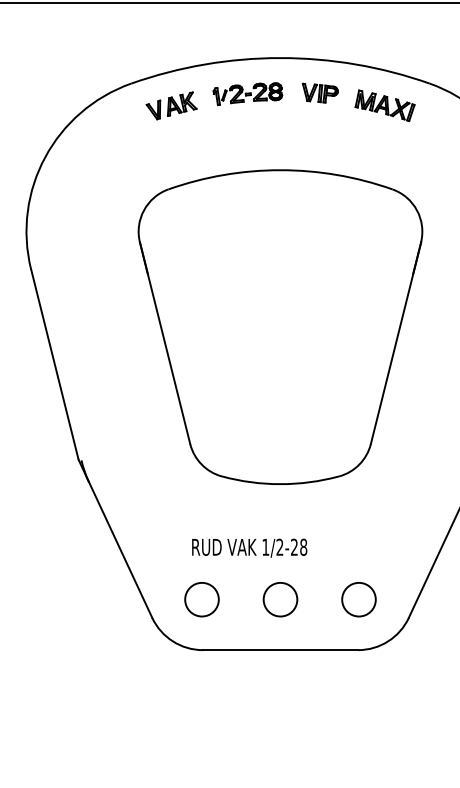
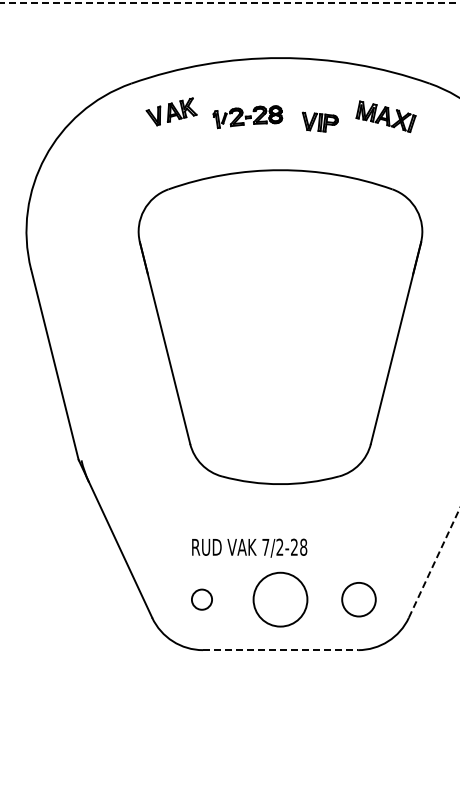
line at (230, 3): solid -> dashed
part at (320, 92) position: (320, 92) -> (320, 121)
part at (247, 94) position: (247, 94) -> (247, 117)
part at (171, 105) position: (171, 105) -> (171, 111)
part at (384, 105) position: (384, 105) -> (385, 116)
text at (265, 547): 1/2-28 -> 7/2-28
line at (434, 562): solid -> dashed
circle at (201, 599) diameter: 34 px -> 20 px
circle at (280, 599) diameter: 34 px -> 54 px
line at (280, 650): solid -> dashed
